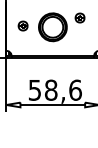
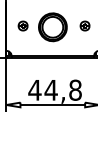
part at (79, 17) position: (79, 17) -> (84, 25)
text at (54, 89): 58,6 -> 44,8
